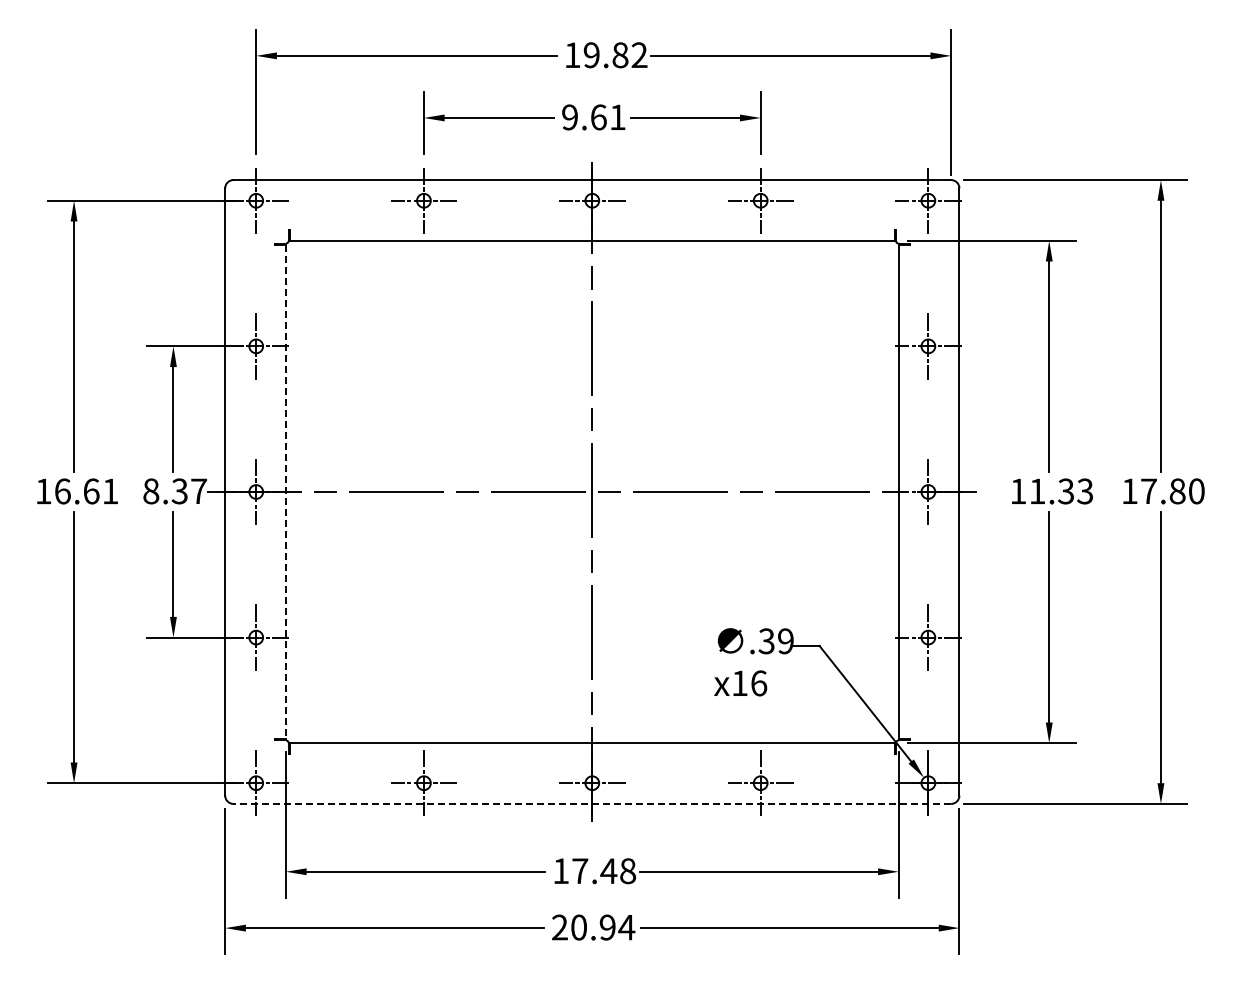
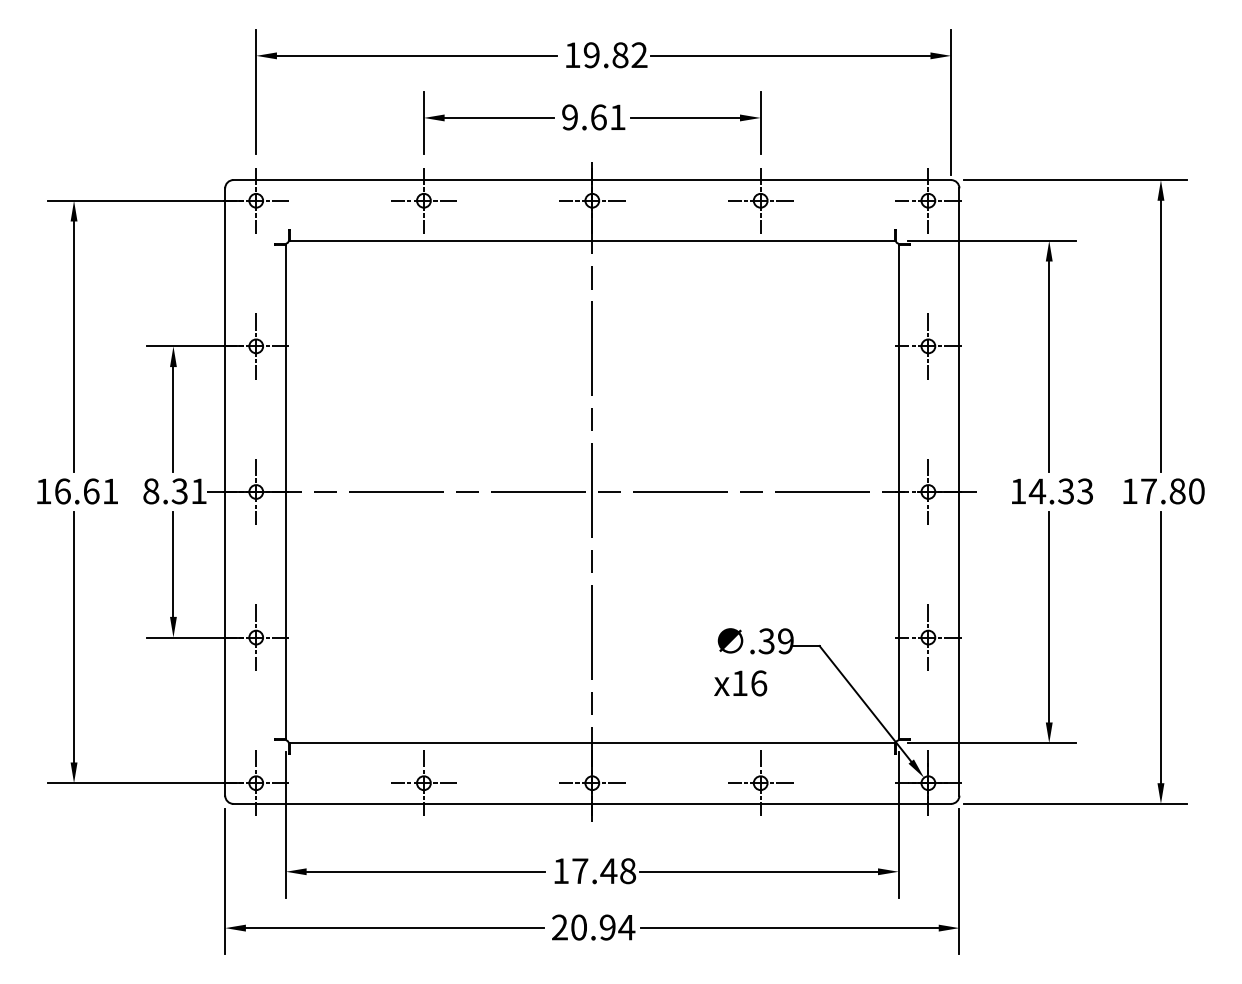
text at (198, 490): 8.37 -> 8.31
text at (1037, 491): 11.33 -> 14.33
line at (285, 492): dashed -> solid
line at (592, 803): dashed -> solid
